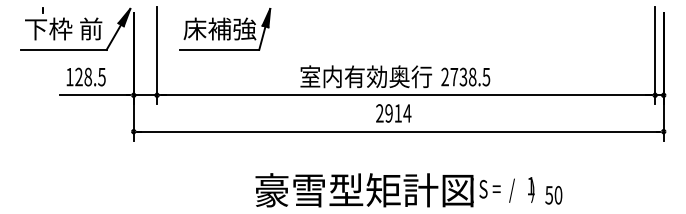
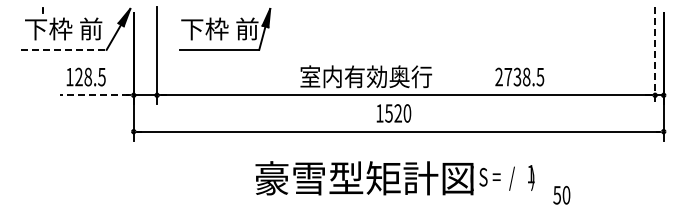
text at (219, 28): 床補強 -> 下枠 前
line at (64, 49): solid -> dashed
line at (655, 55): solid -> dashed
text at (465, 76) position: (465, 76) -> (519, 76)
line at (94, 95): solid -> dashed
text at (393, 113): 2914 -> 1520
text at (394, 190) position: (394, 190) -> (394, 178)
text at (553, 195) position: (553, 195) -> (561, 195)
